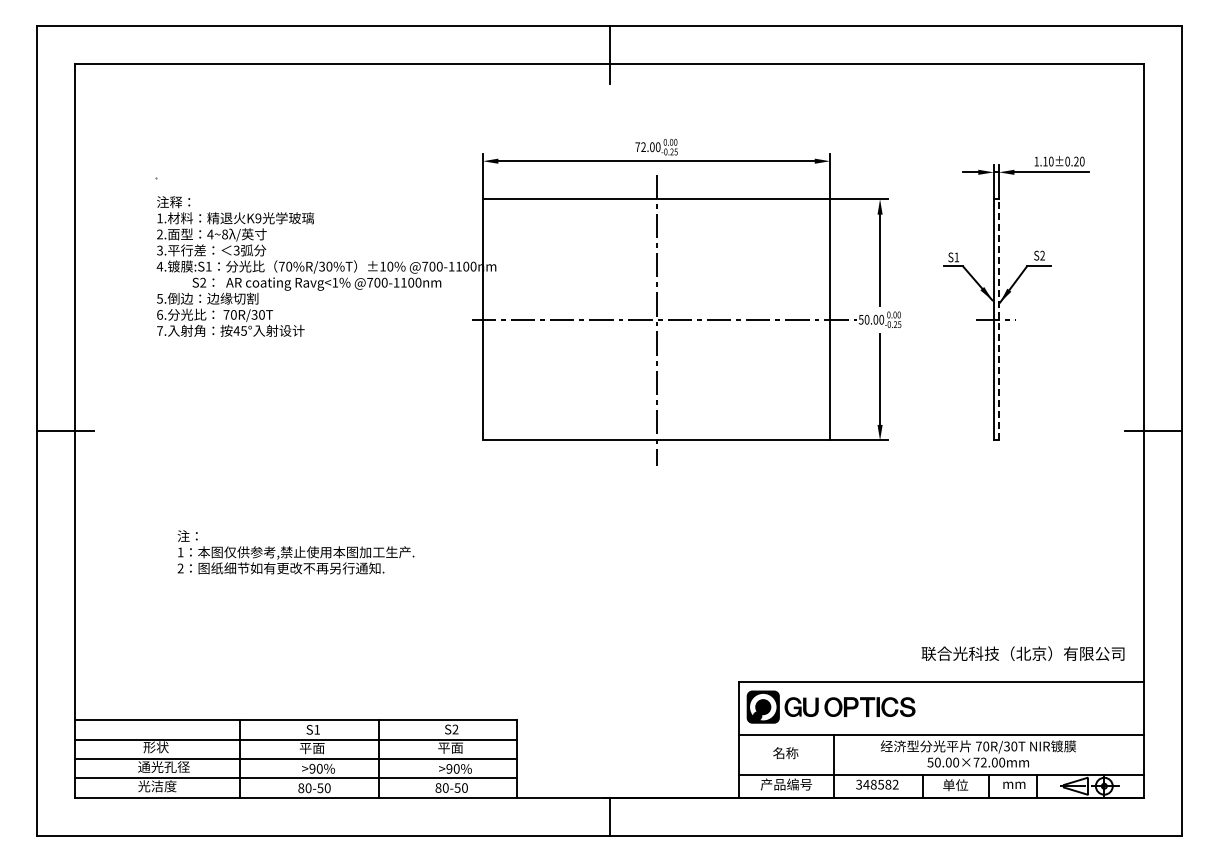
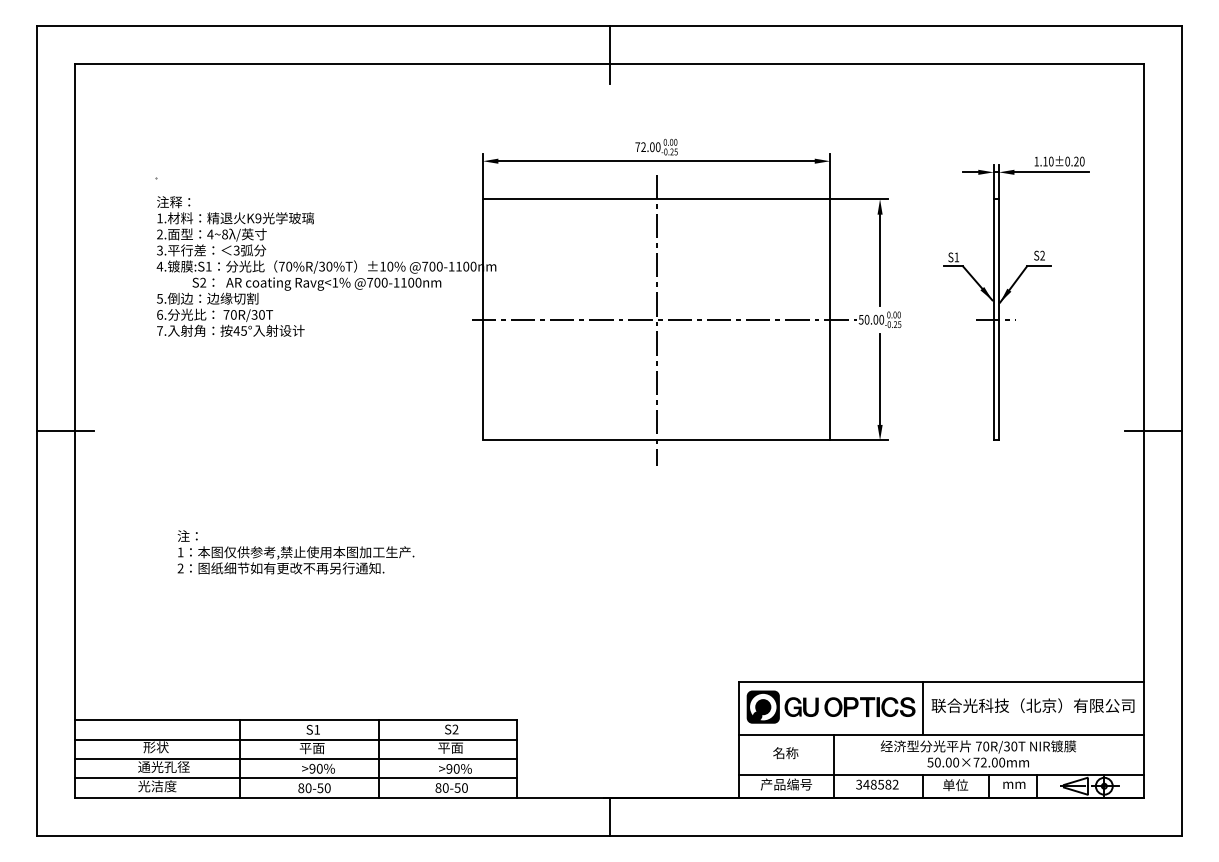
line at (999, 319): dashed -> solid
text at (1022, 653) position: (1022, 653) -> (1032, 705)
line at (922, 707): none -> present
